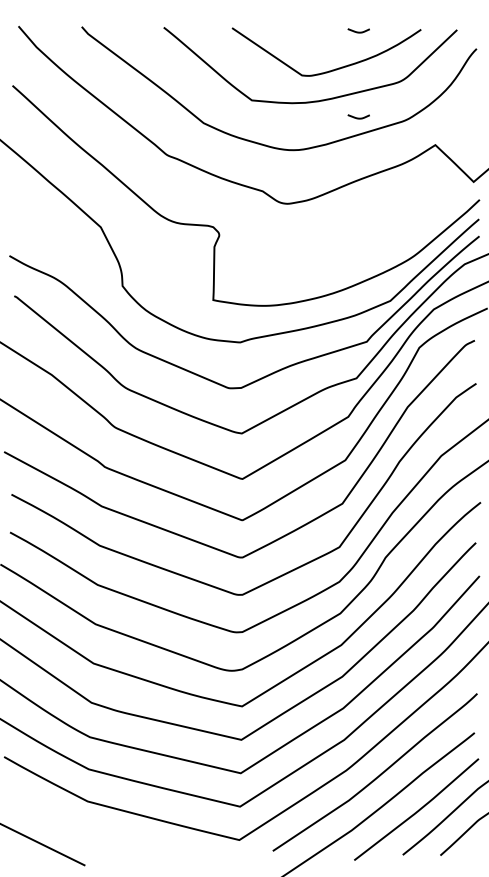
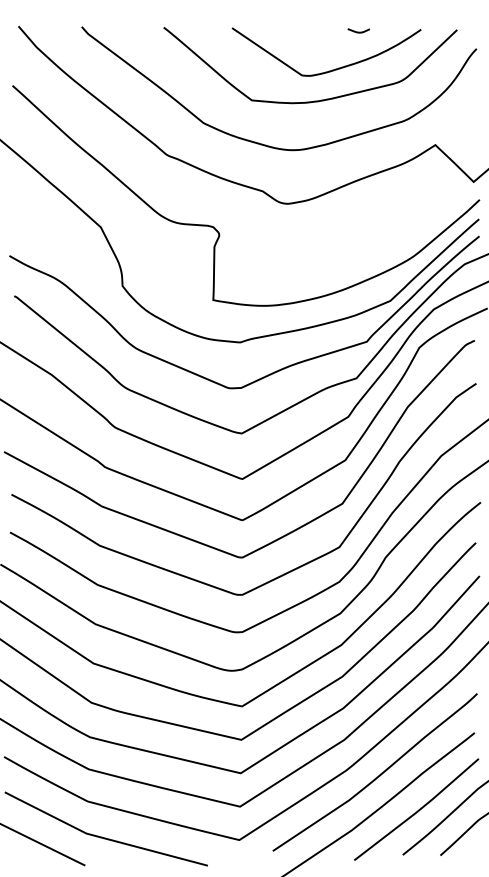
curve at (358, 117): present -> none
line at (102, 836): none -> present
